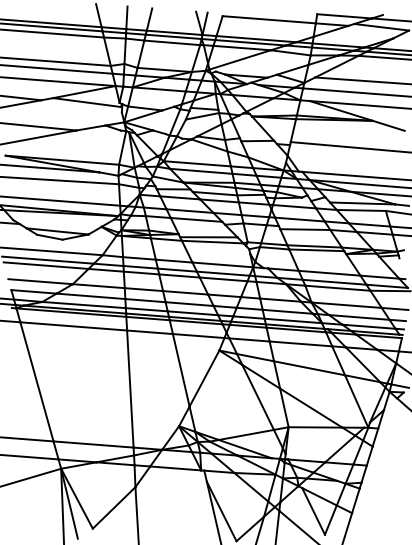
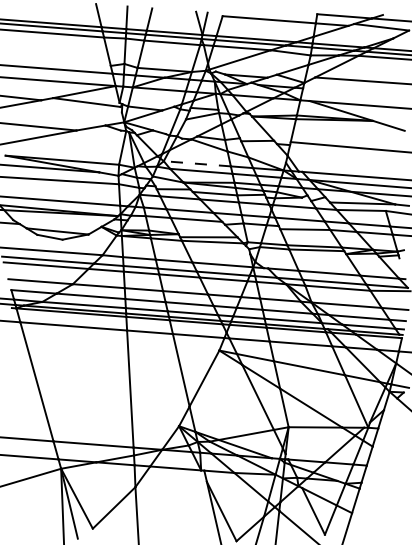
line at (56, 61): present -> none
line at (355, 92): present -> none
line at (197, 163): solid -> dashed
